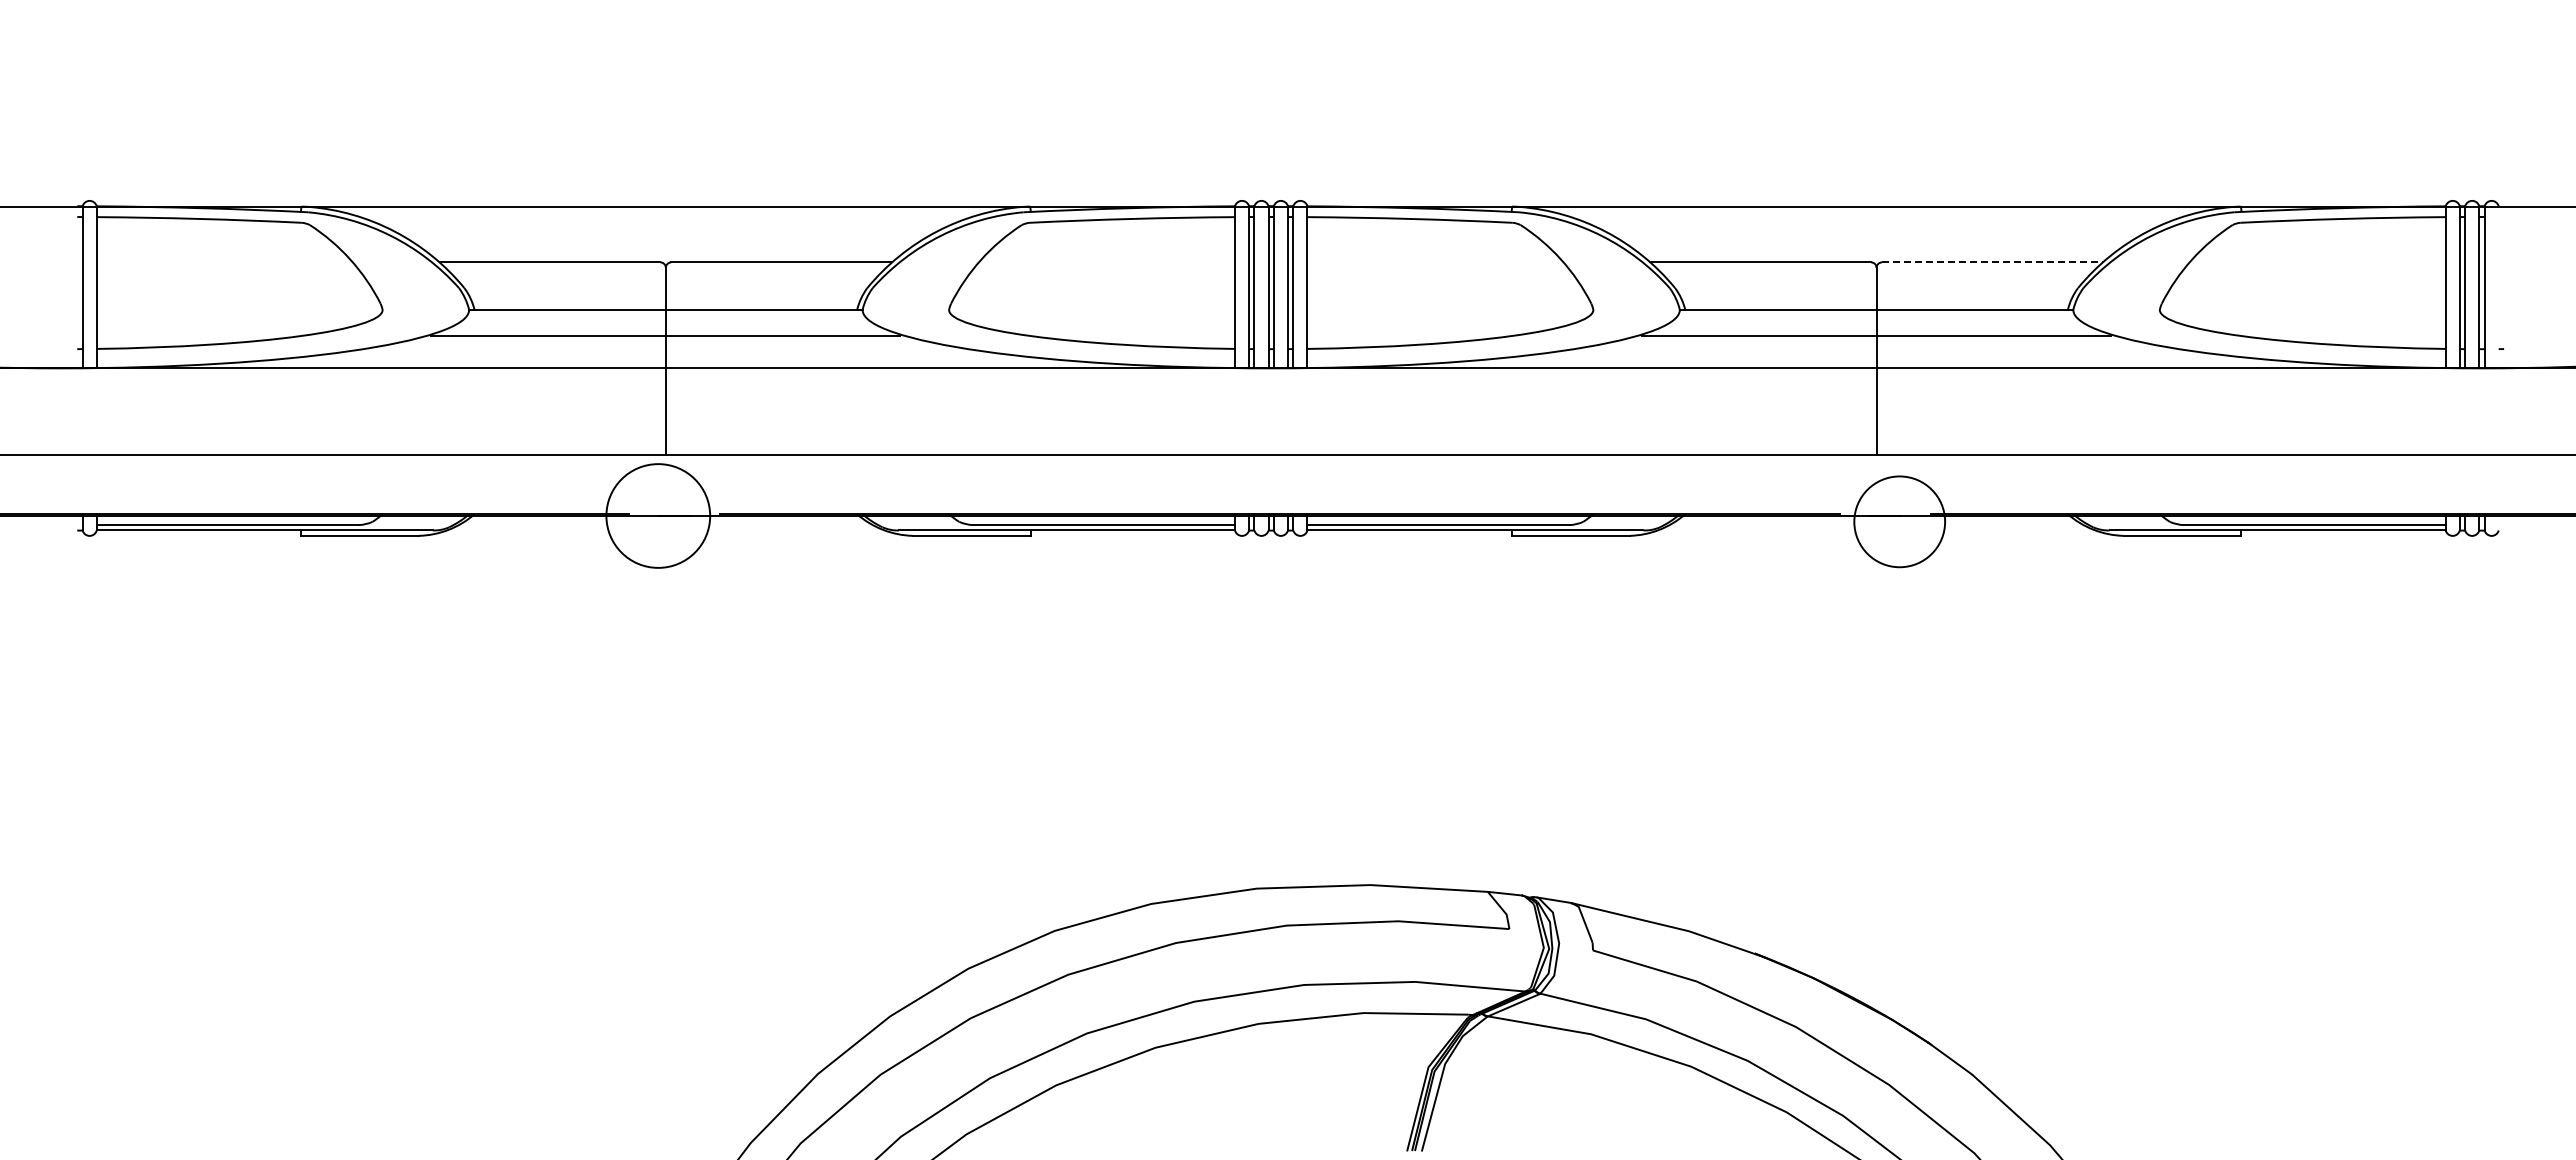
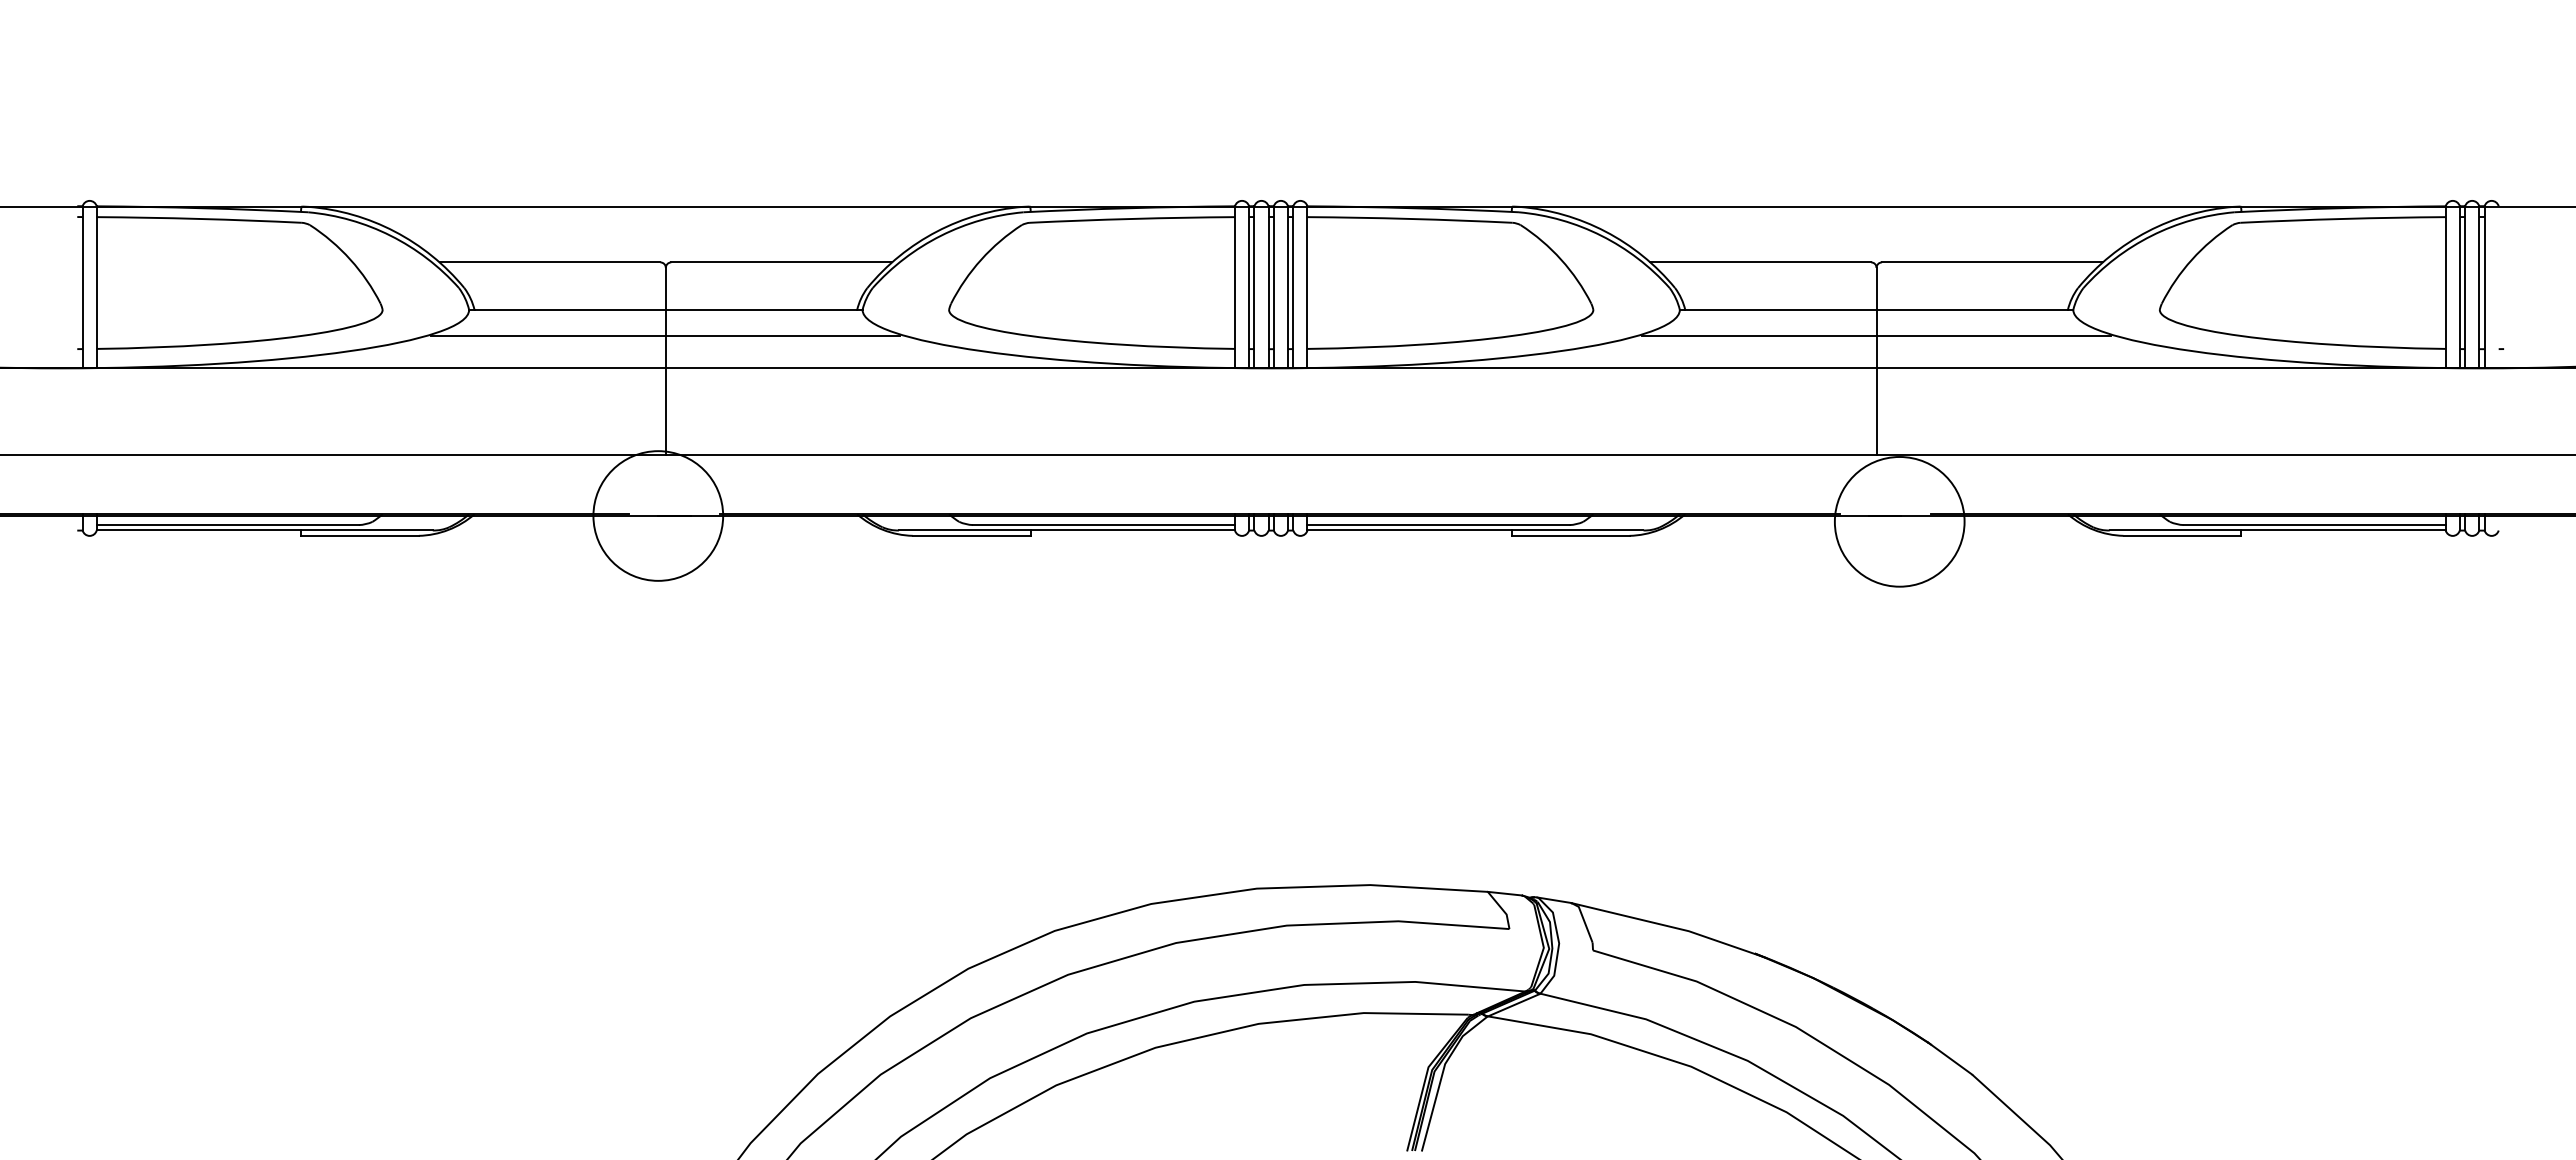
line at (1992, 262): dashed -> solid
circle at (658, 515) diameter: 104 px -> 130 px
circle at (1899, 521) diameter: 91 px -> 130 px
